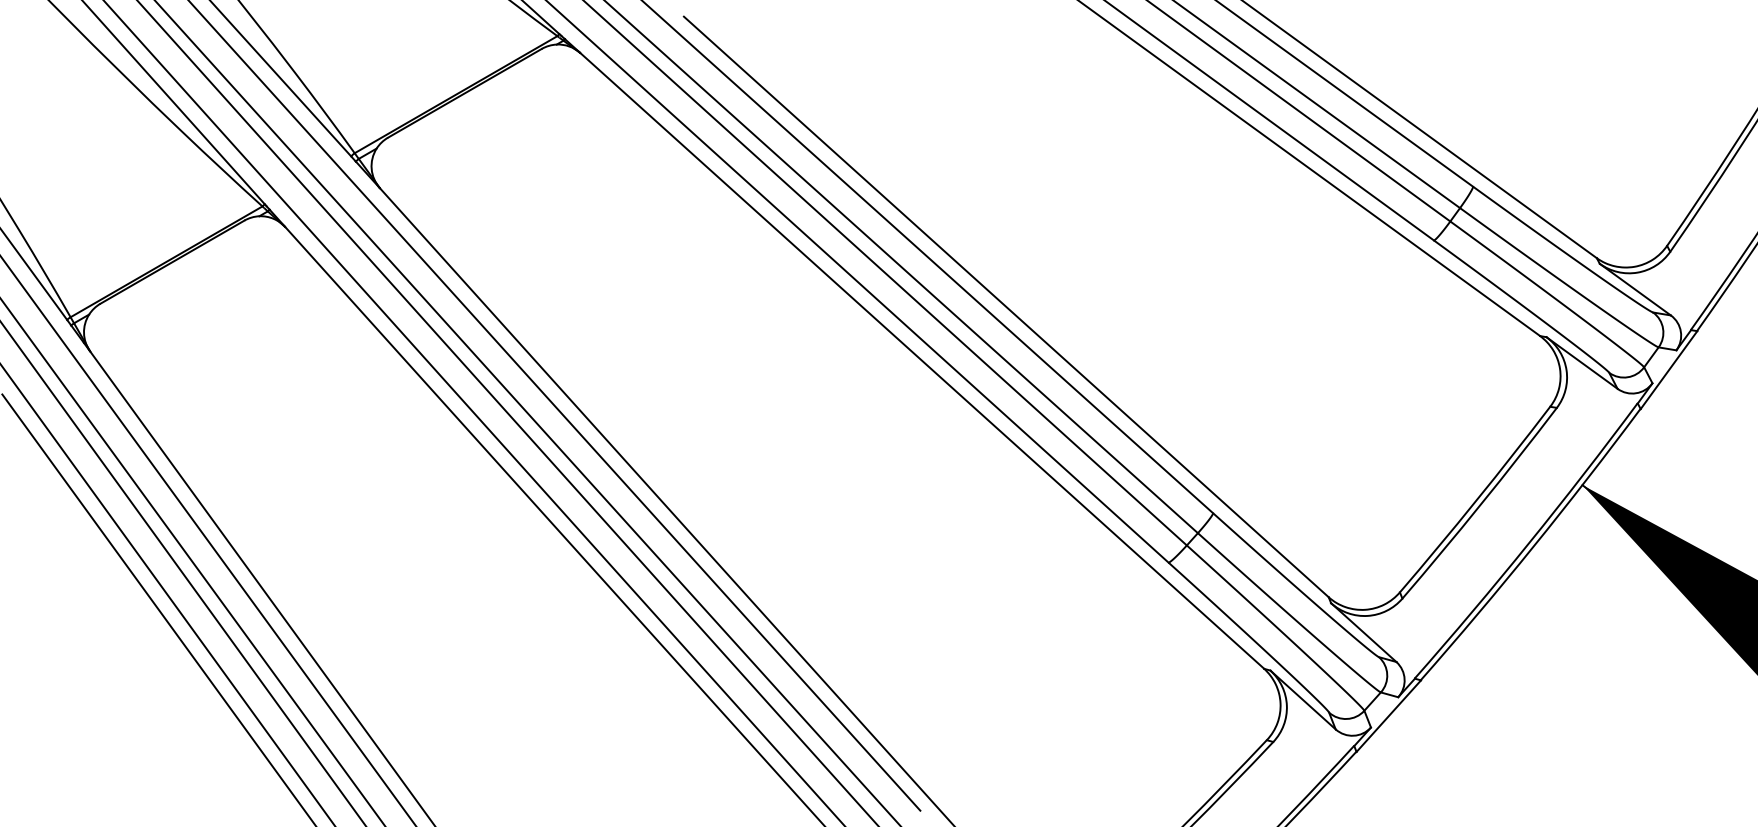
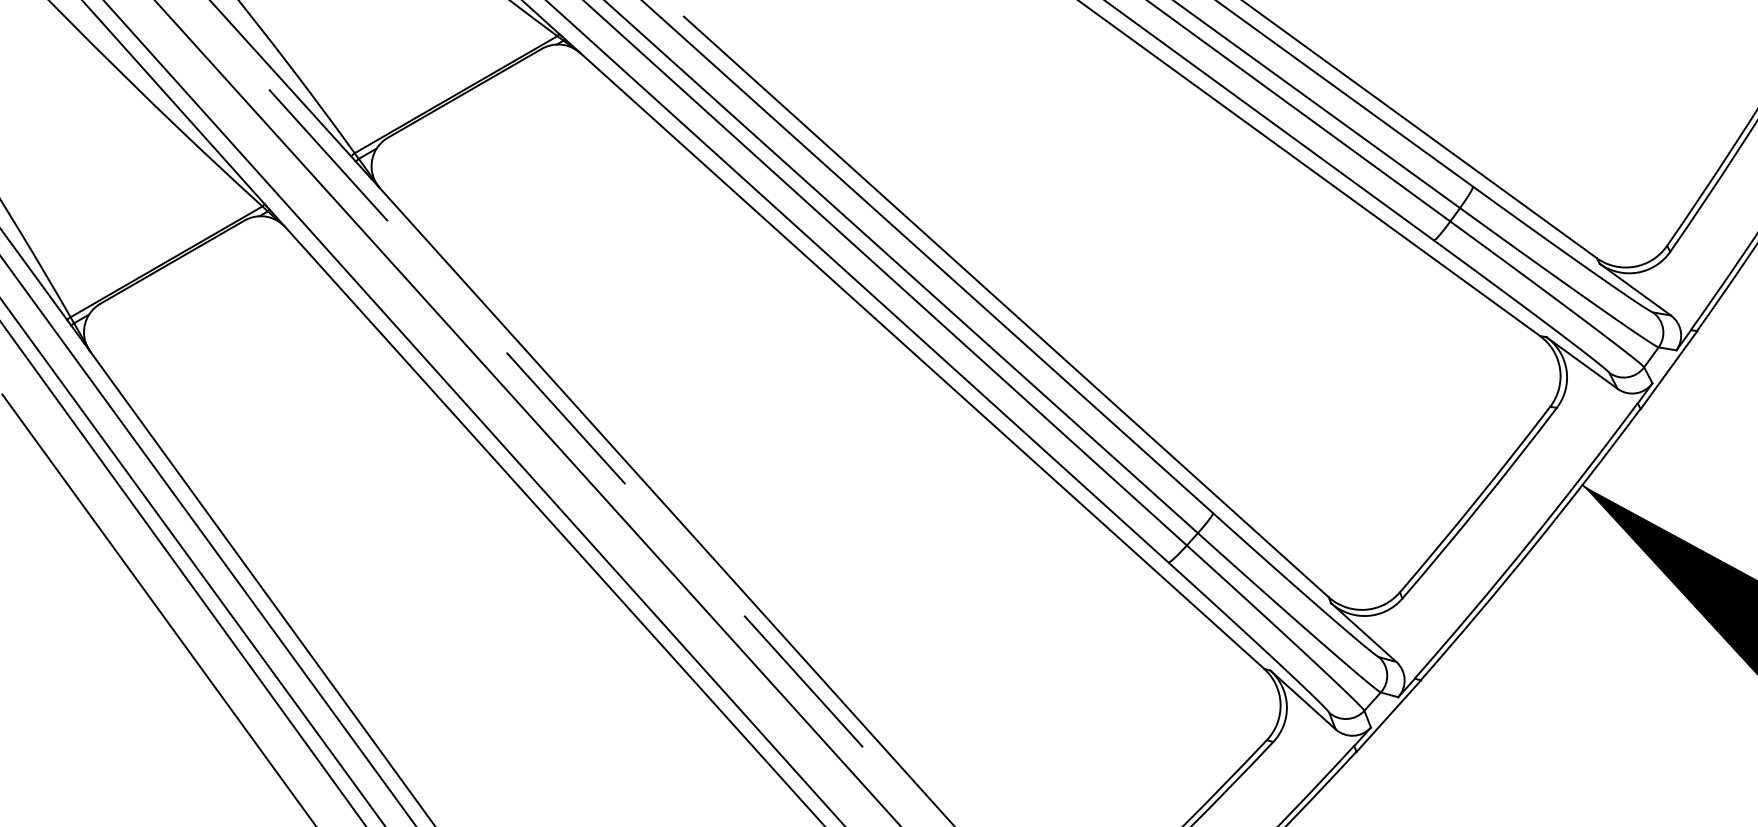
line at (554, 405): solid -> dashed
line at (507, 412): present -> none
line at (167, 594): present -> none
